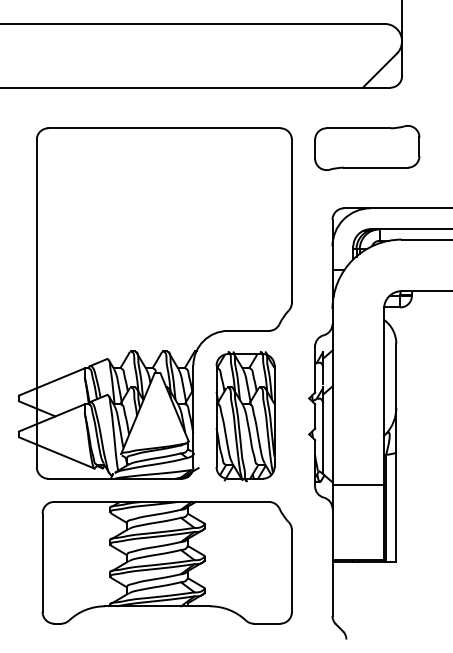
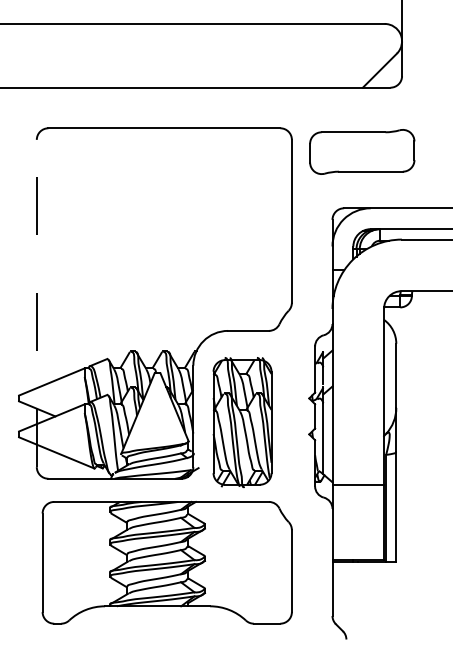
part at (367, 147) position: (367, 147) -> (362, 151)
line at (36, 303): solid -> dashed
part at (245, 416) position: (245, 416) -> (242, 422)
